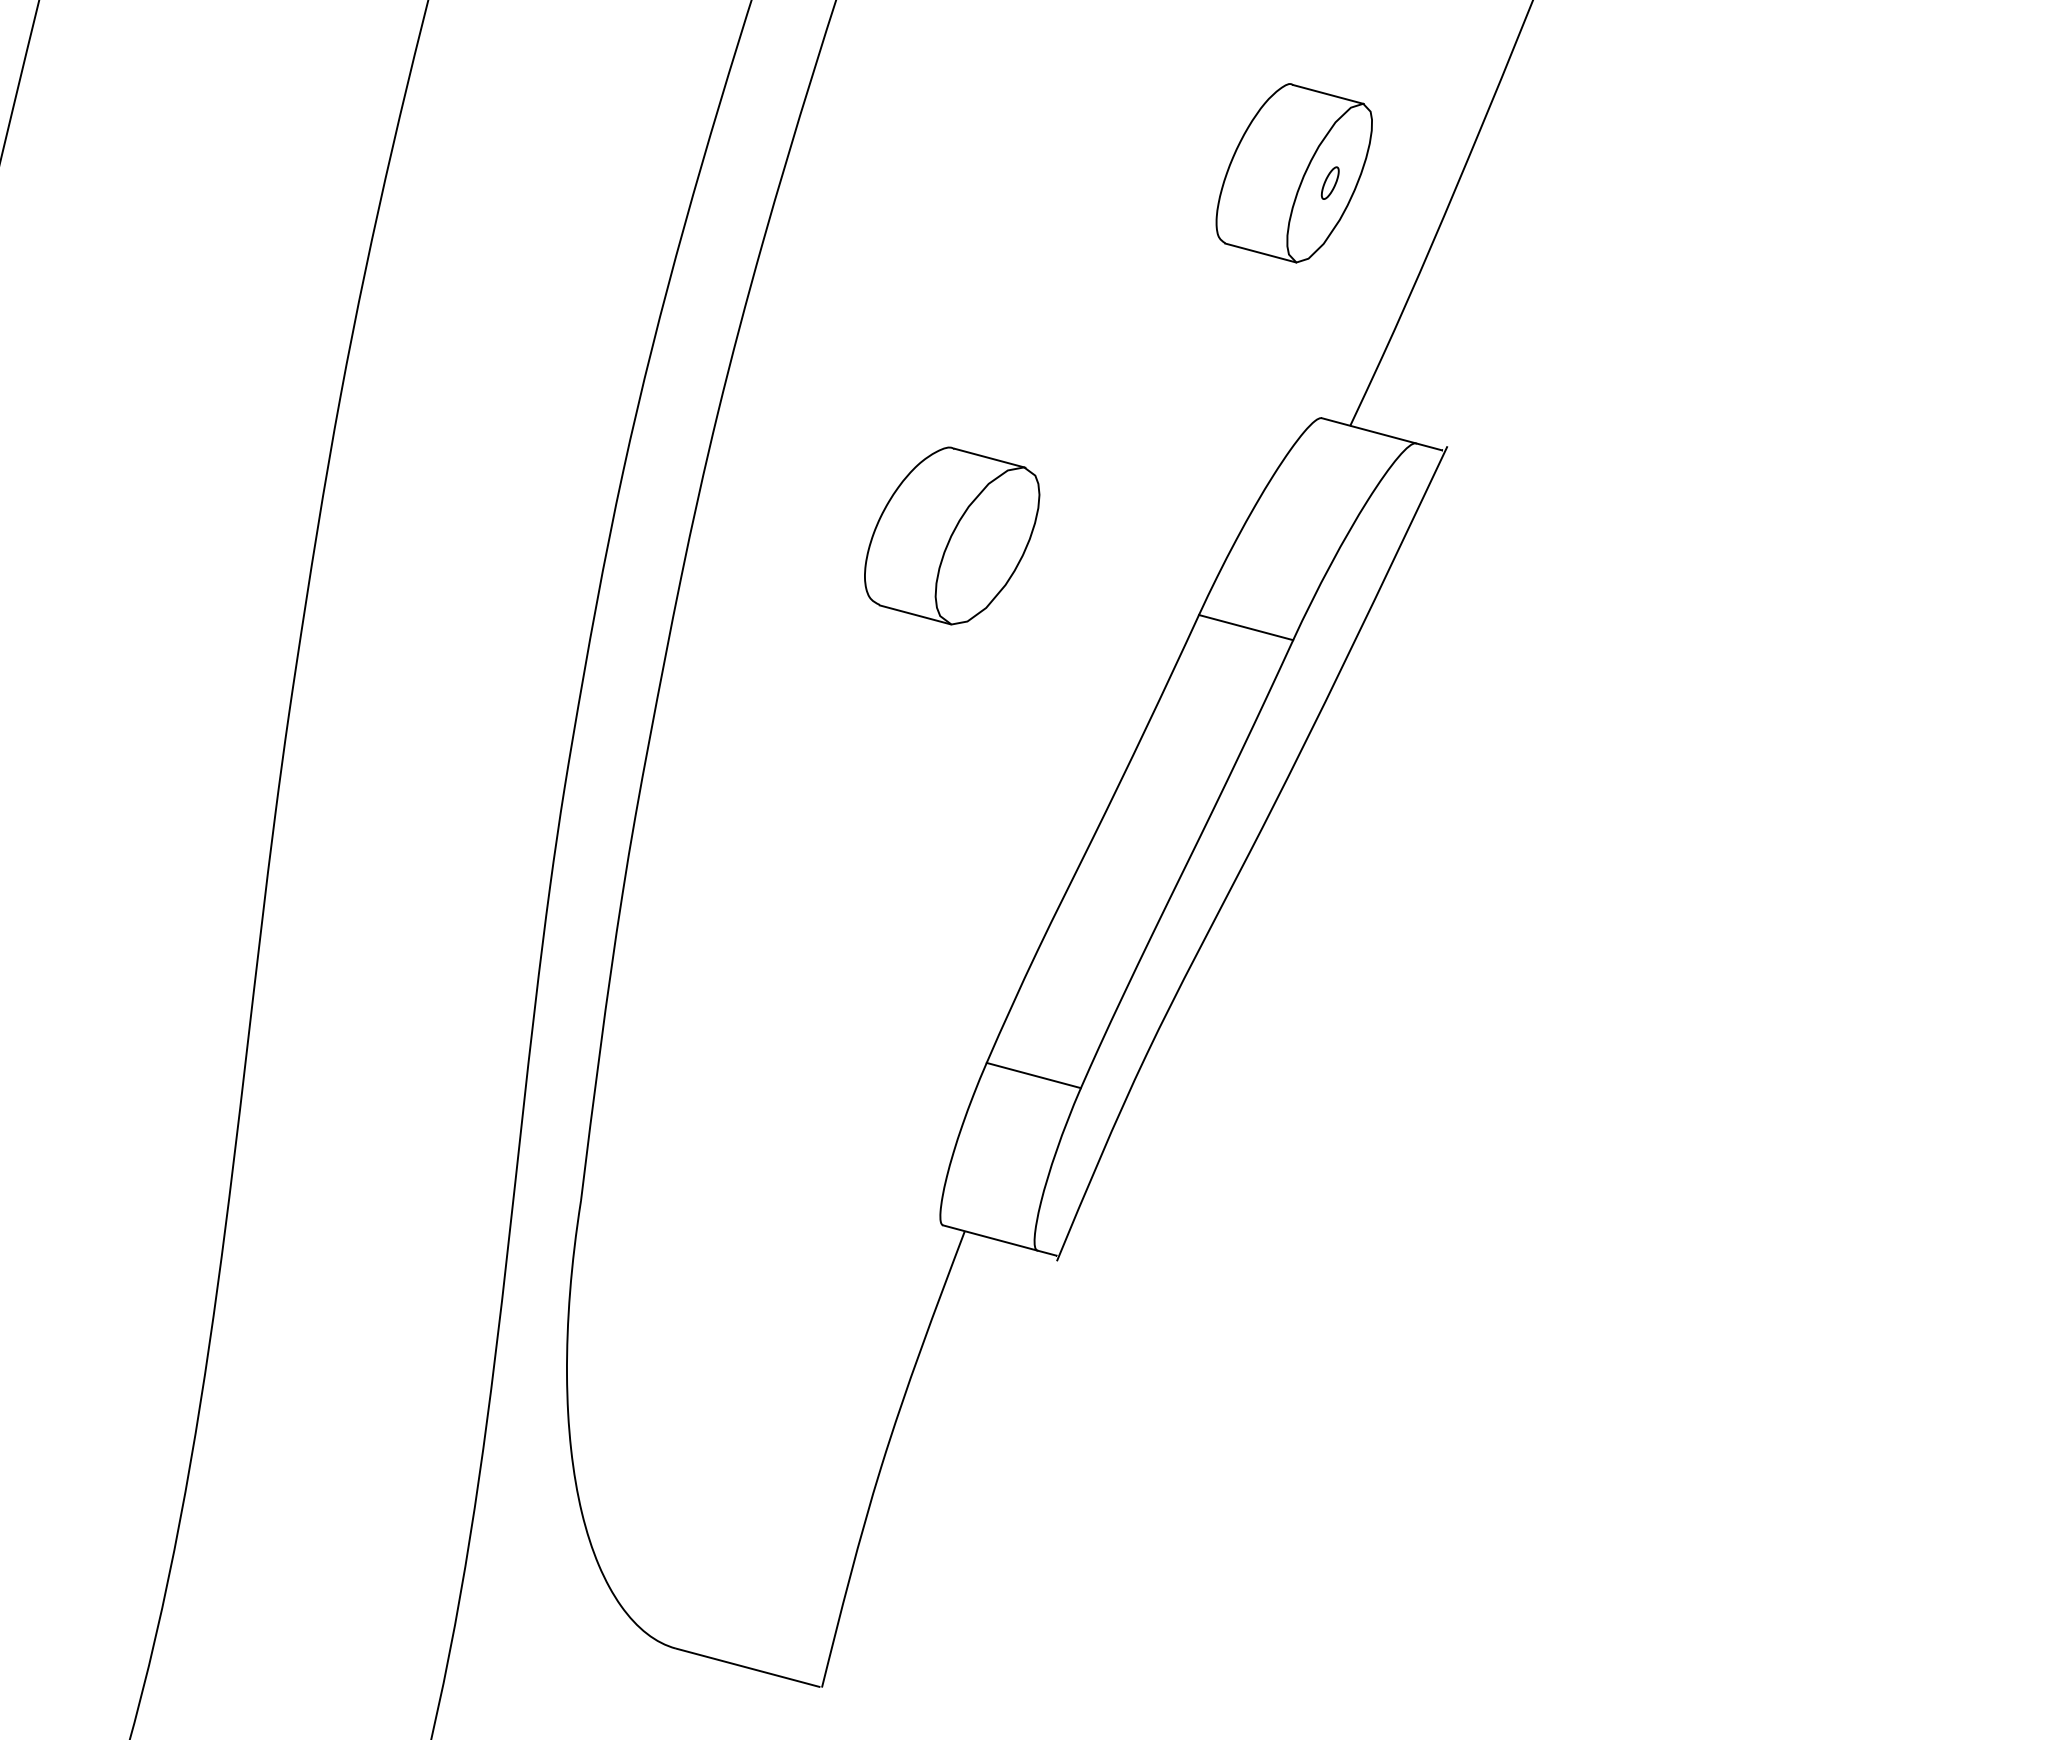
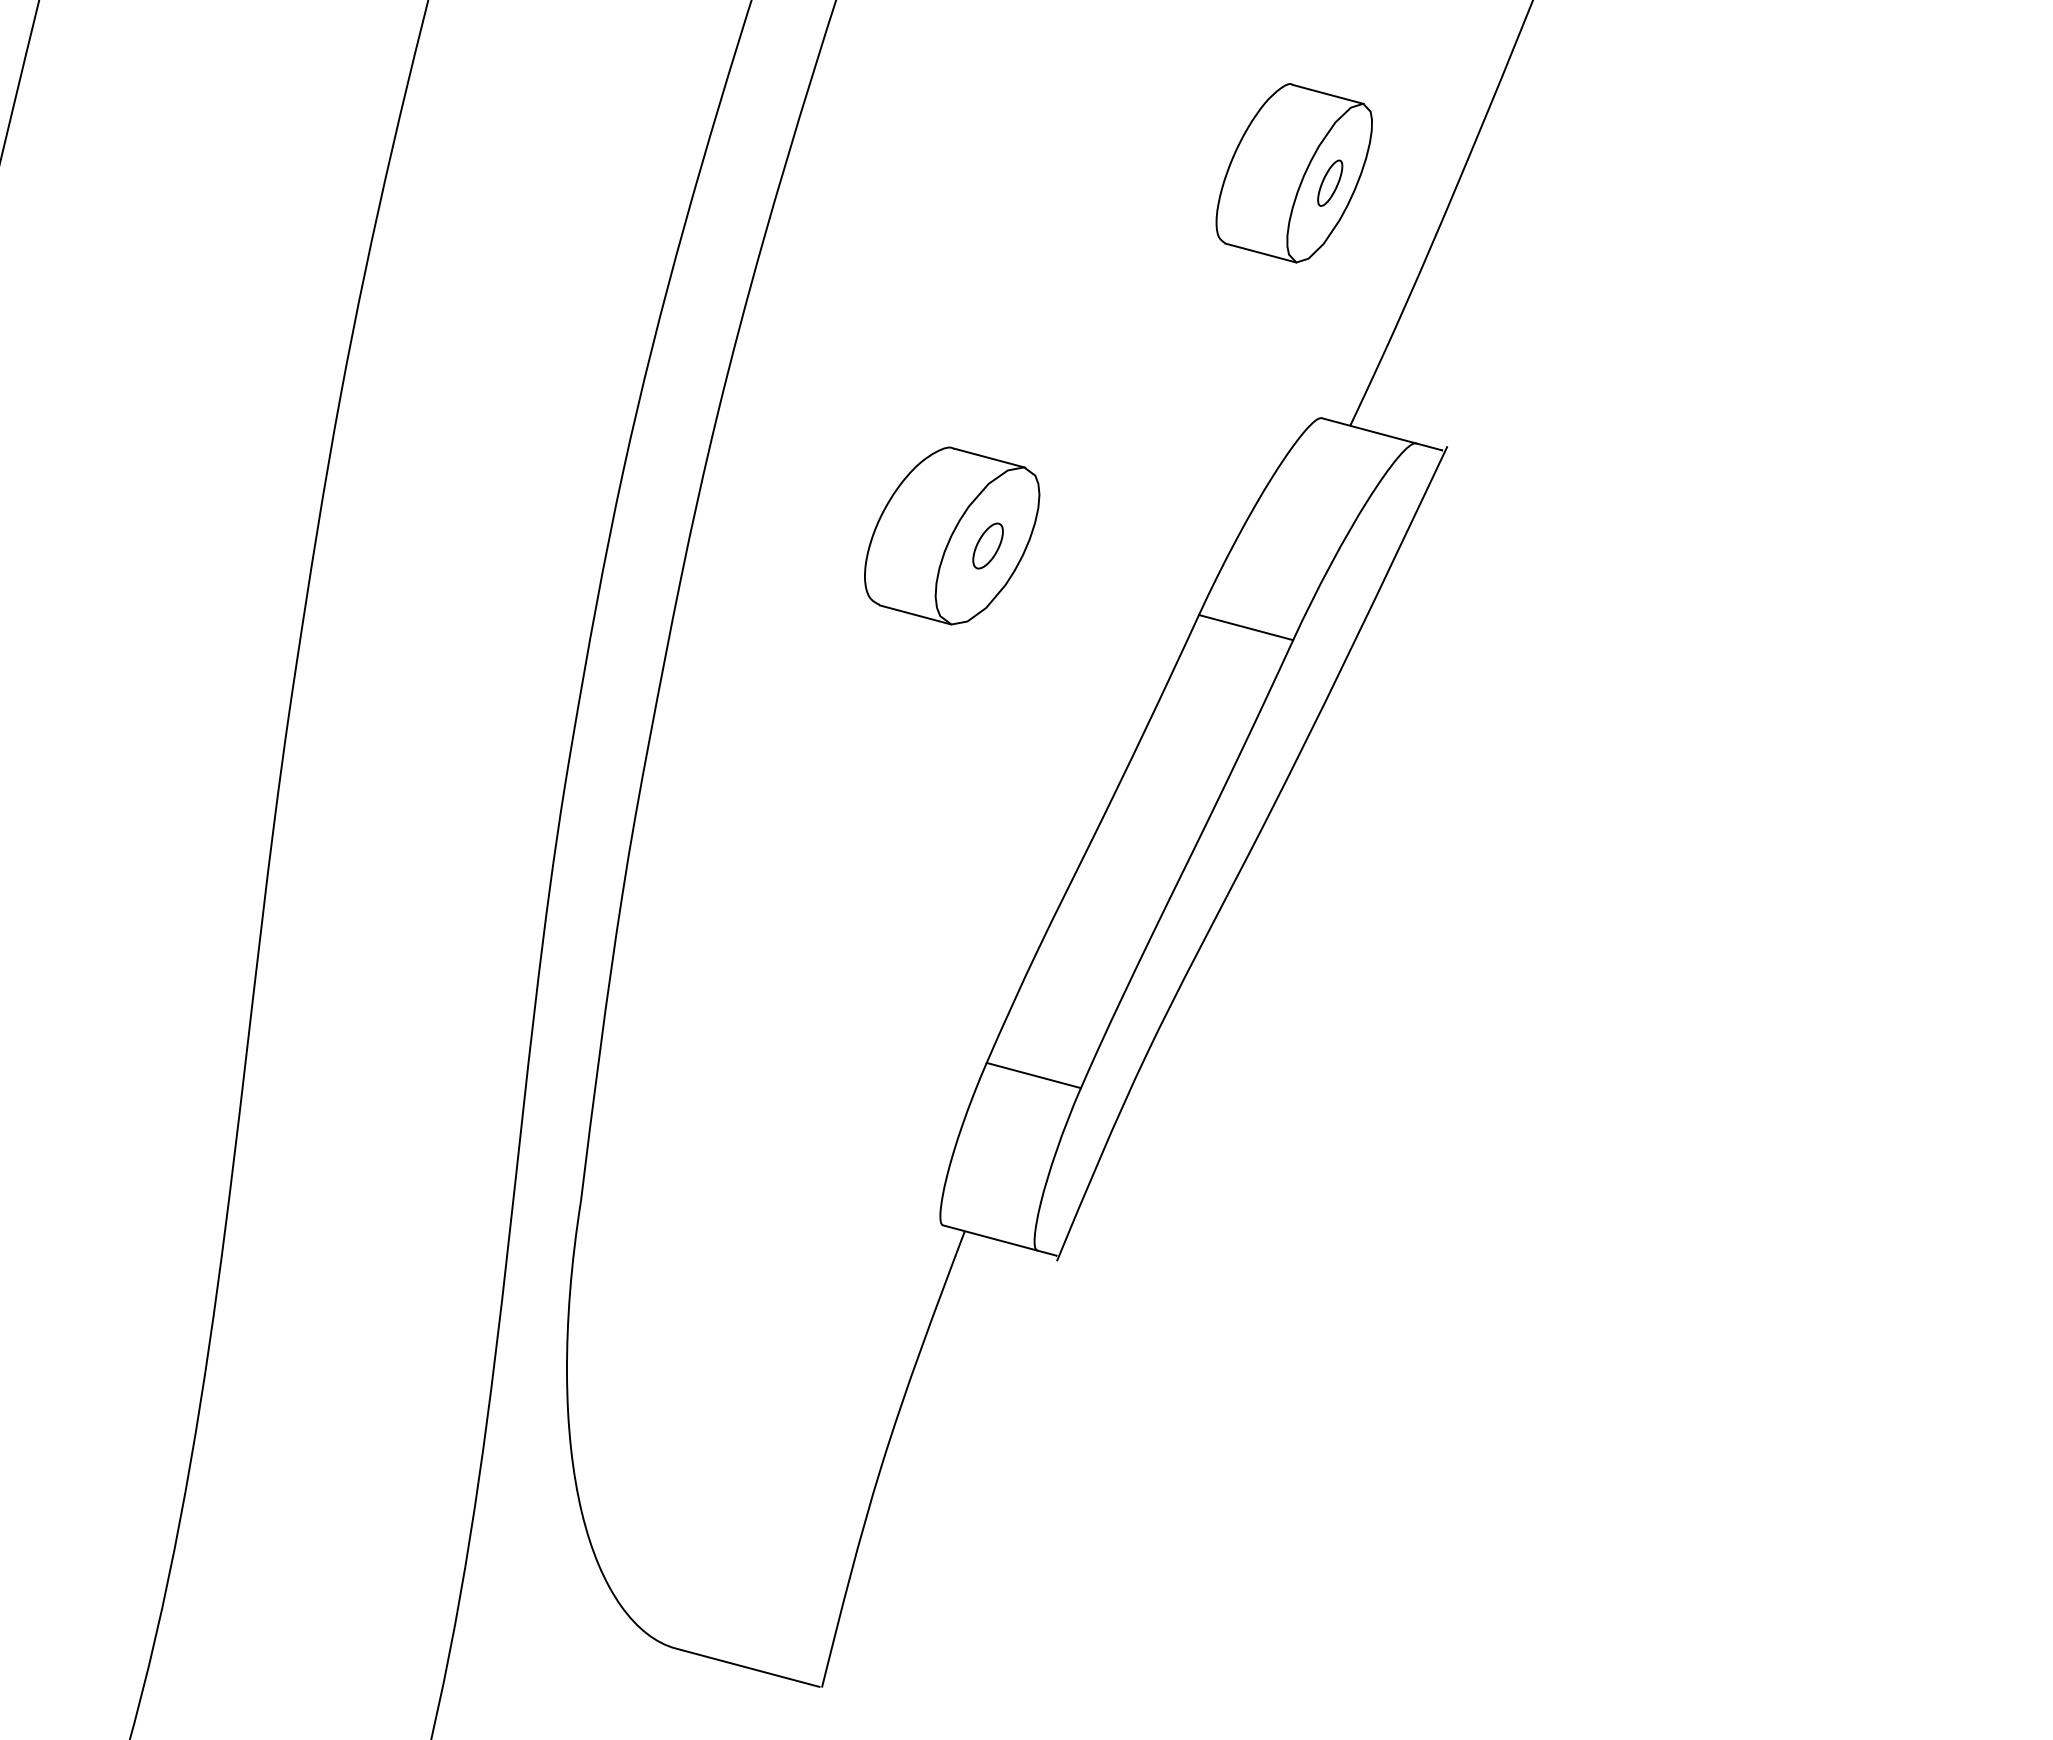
part at (1329, 182) size: 20x34 px -> 27x48 px
part at (987, 545): none -> present
